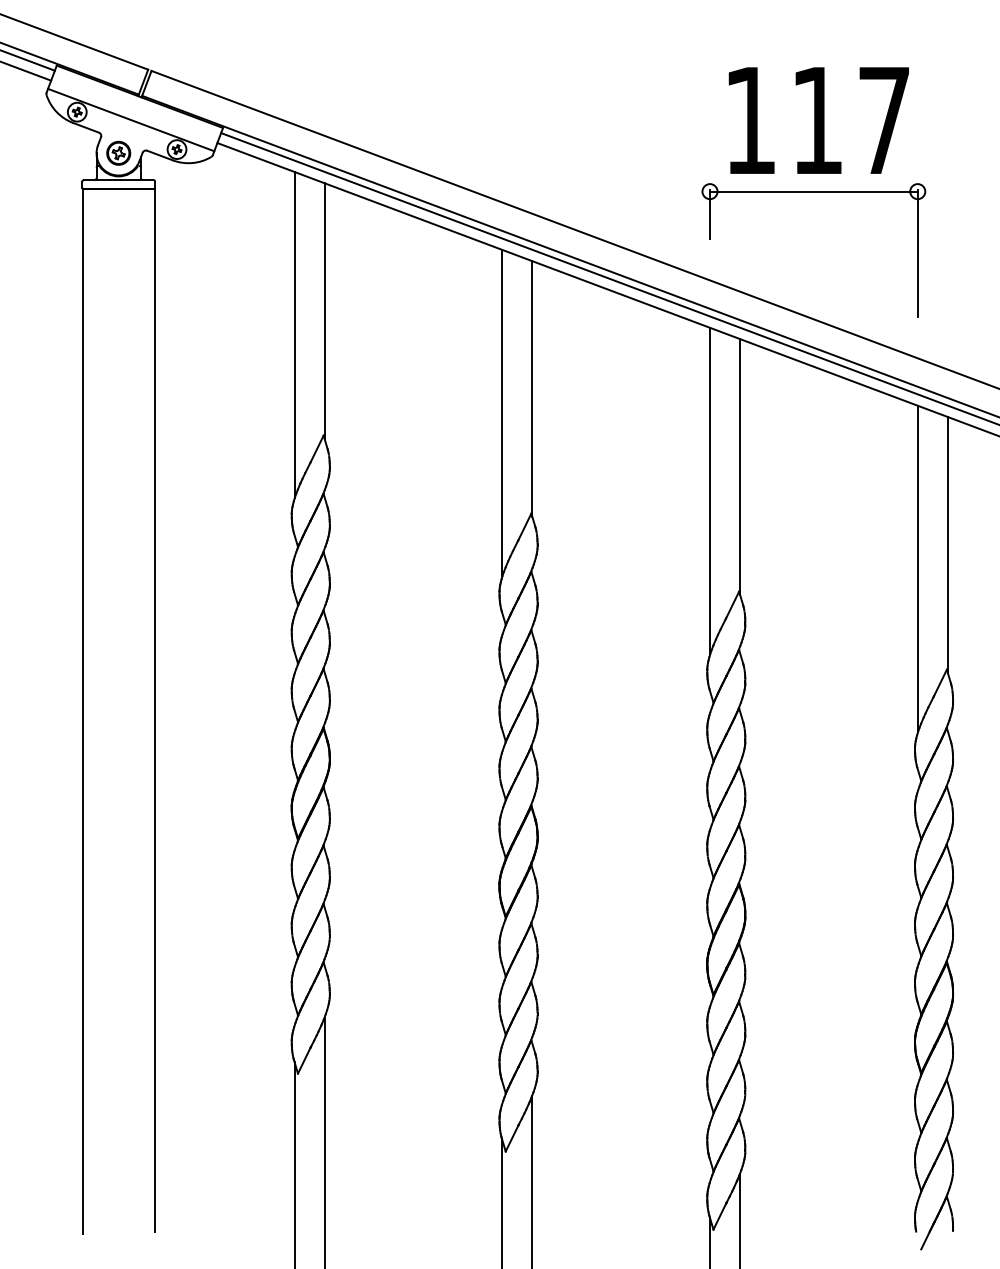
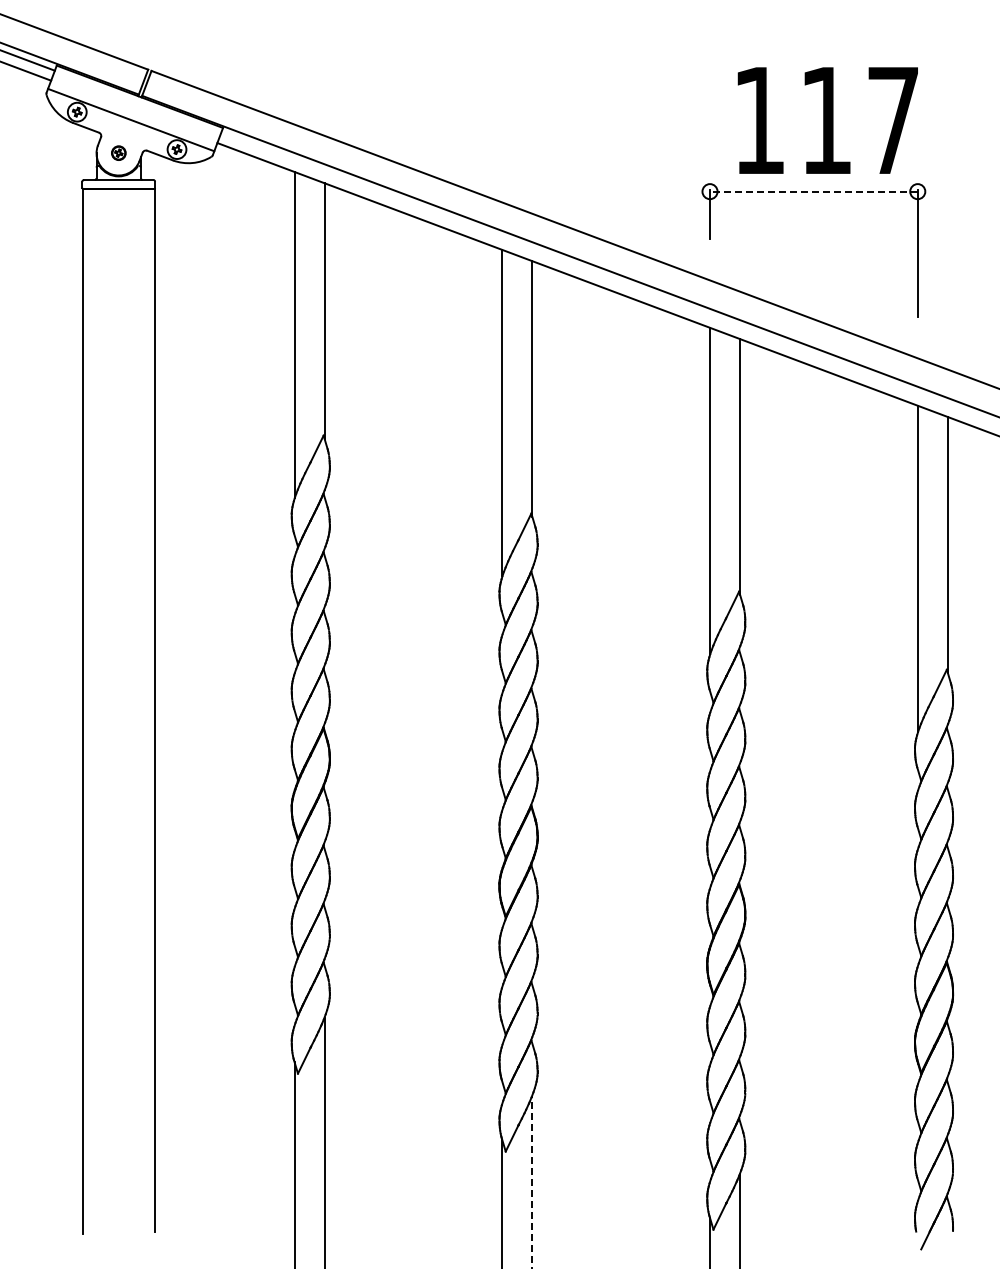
text at (818, 120) position: (818, 120) -> (827, 120)
part at (118, 152) size: 26x26 px -> 16x16 px
line at (813, 191): solid -> dashed
line at (608, 278): present -> none
line at (532, 1181): solid -> dashed
